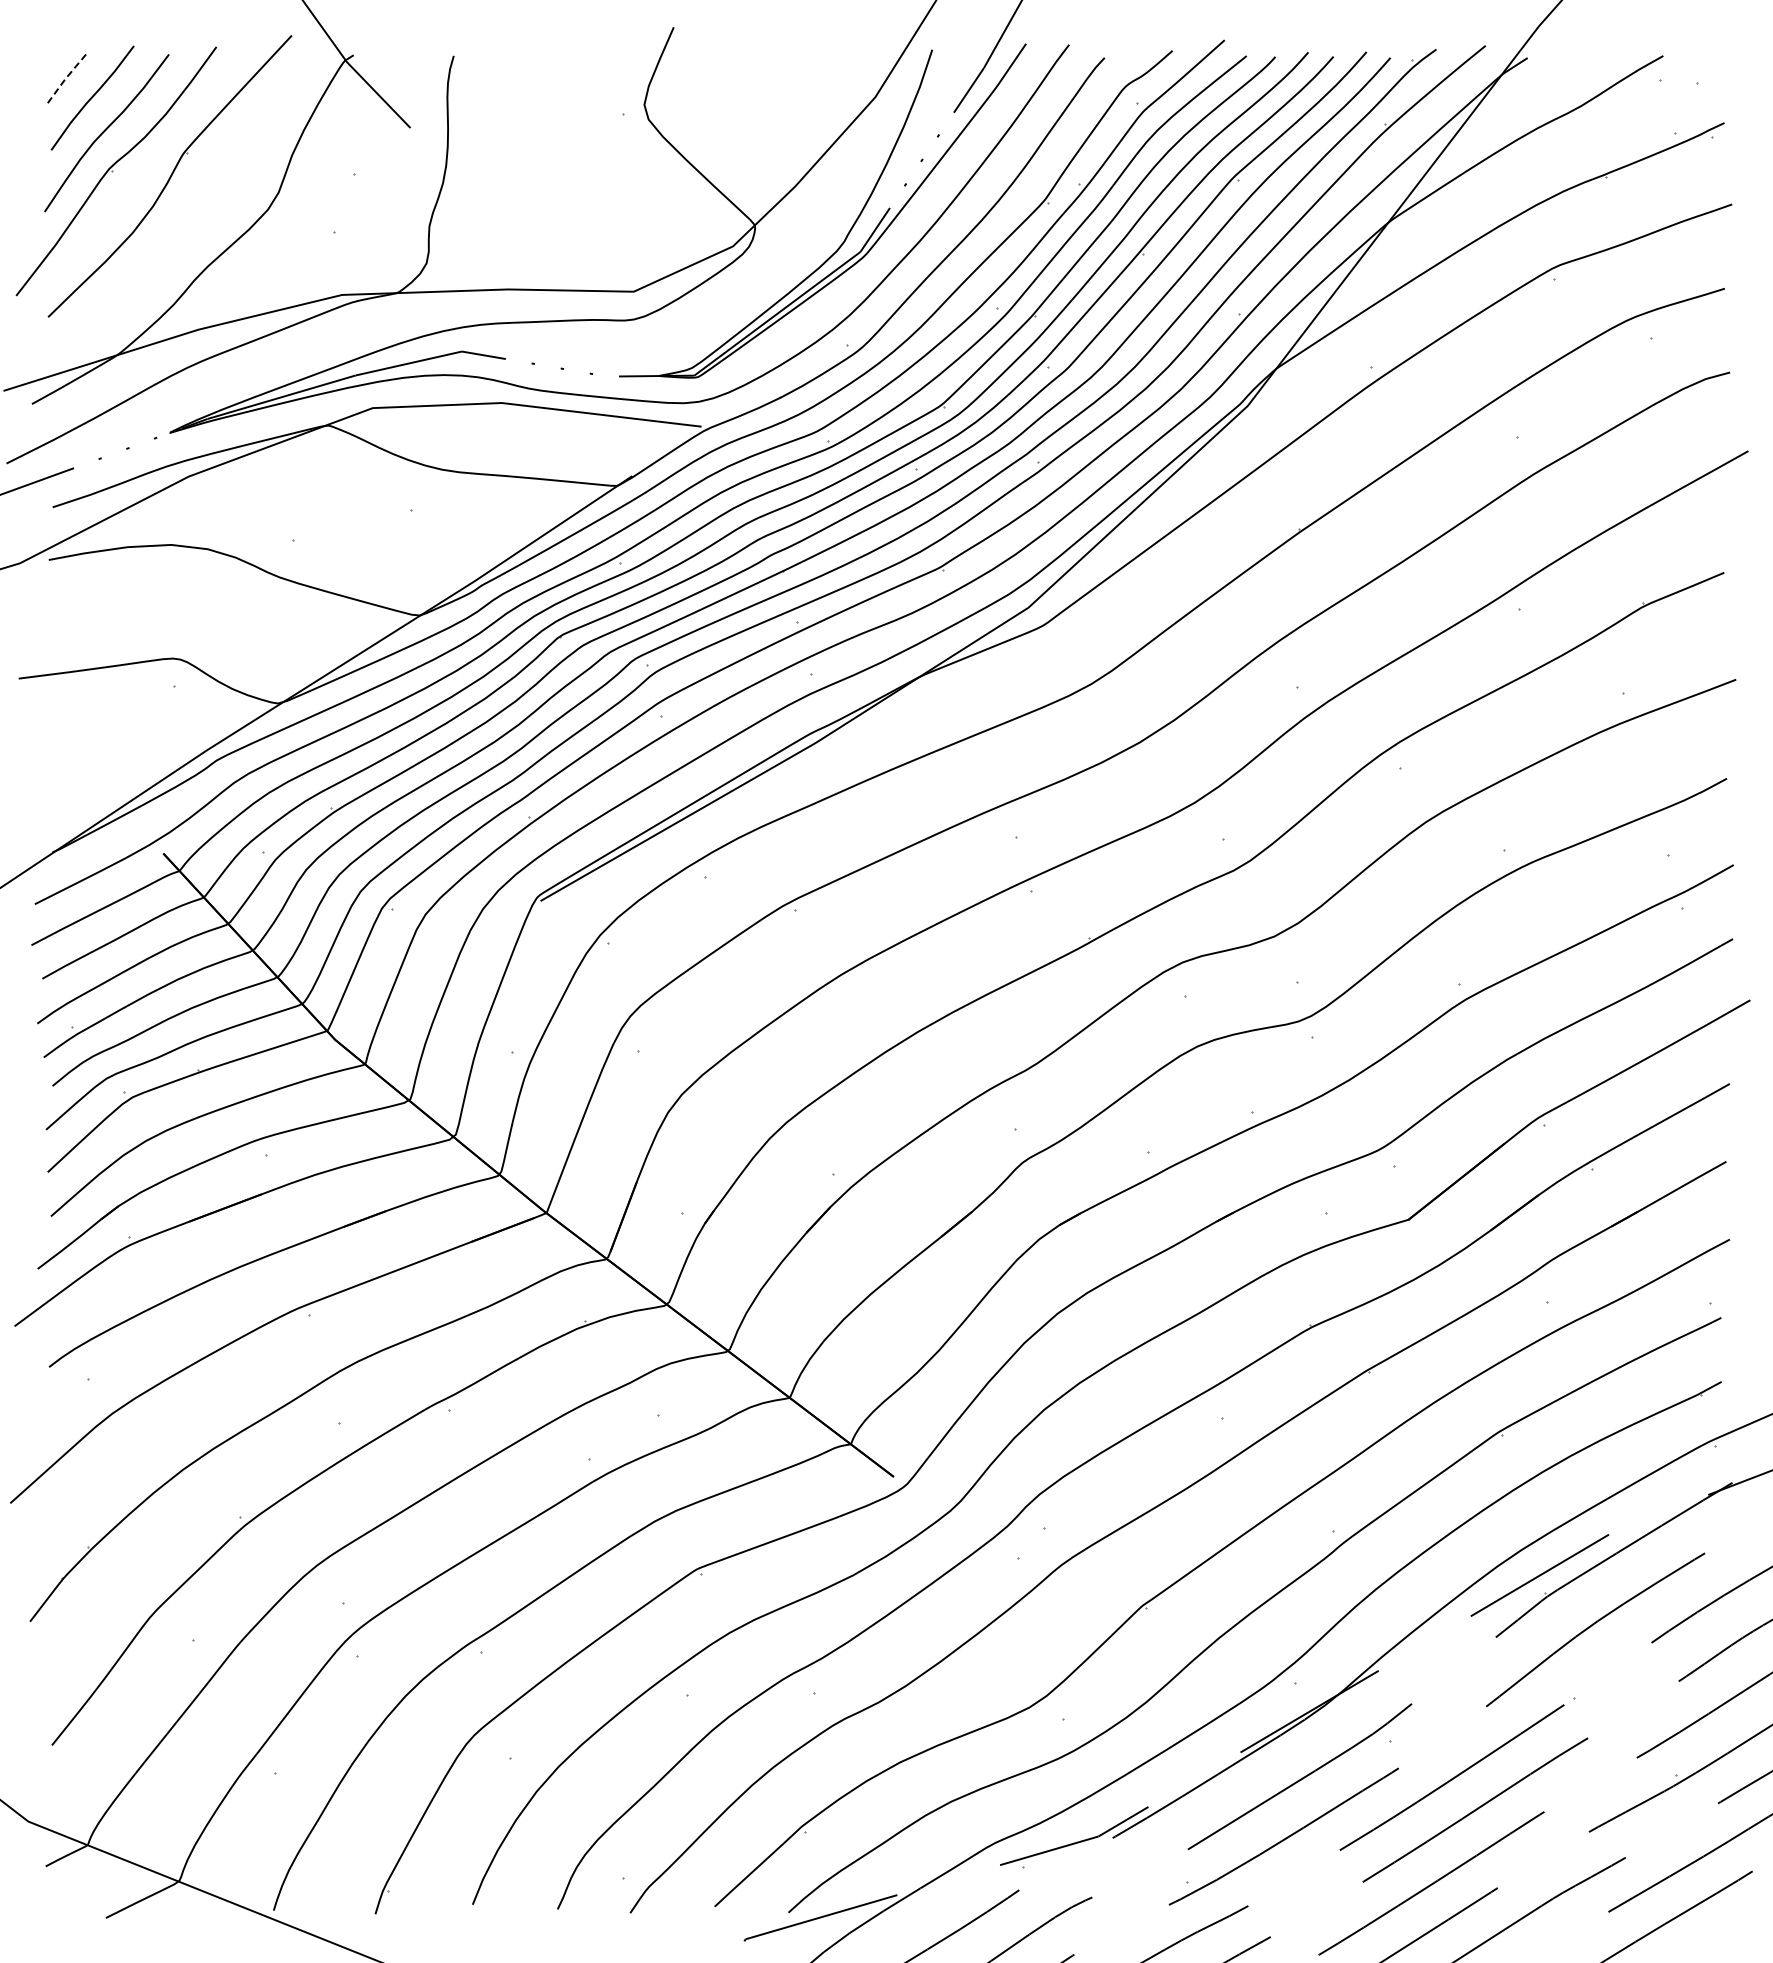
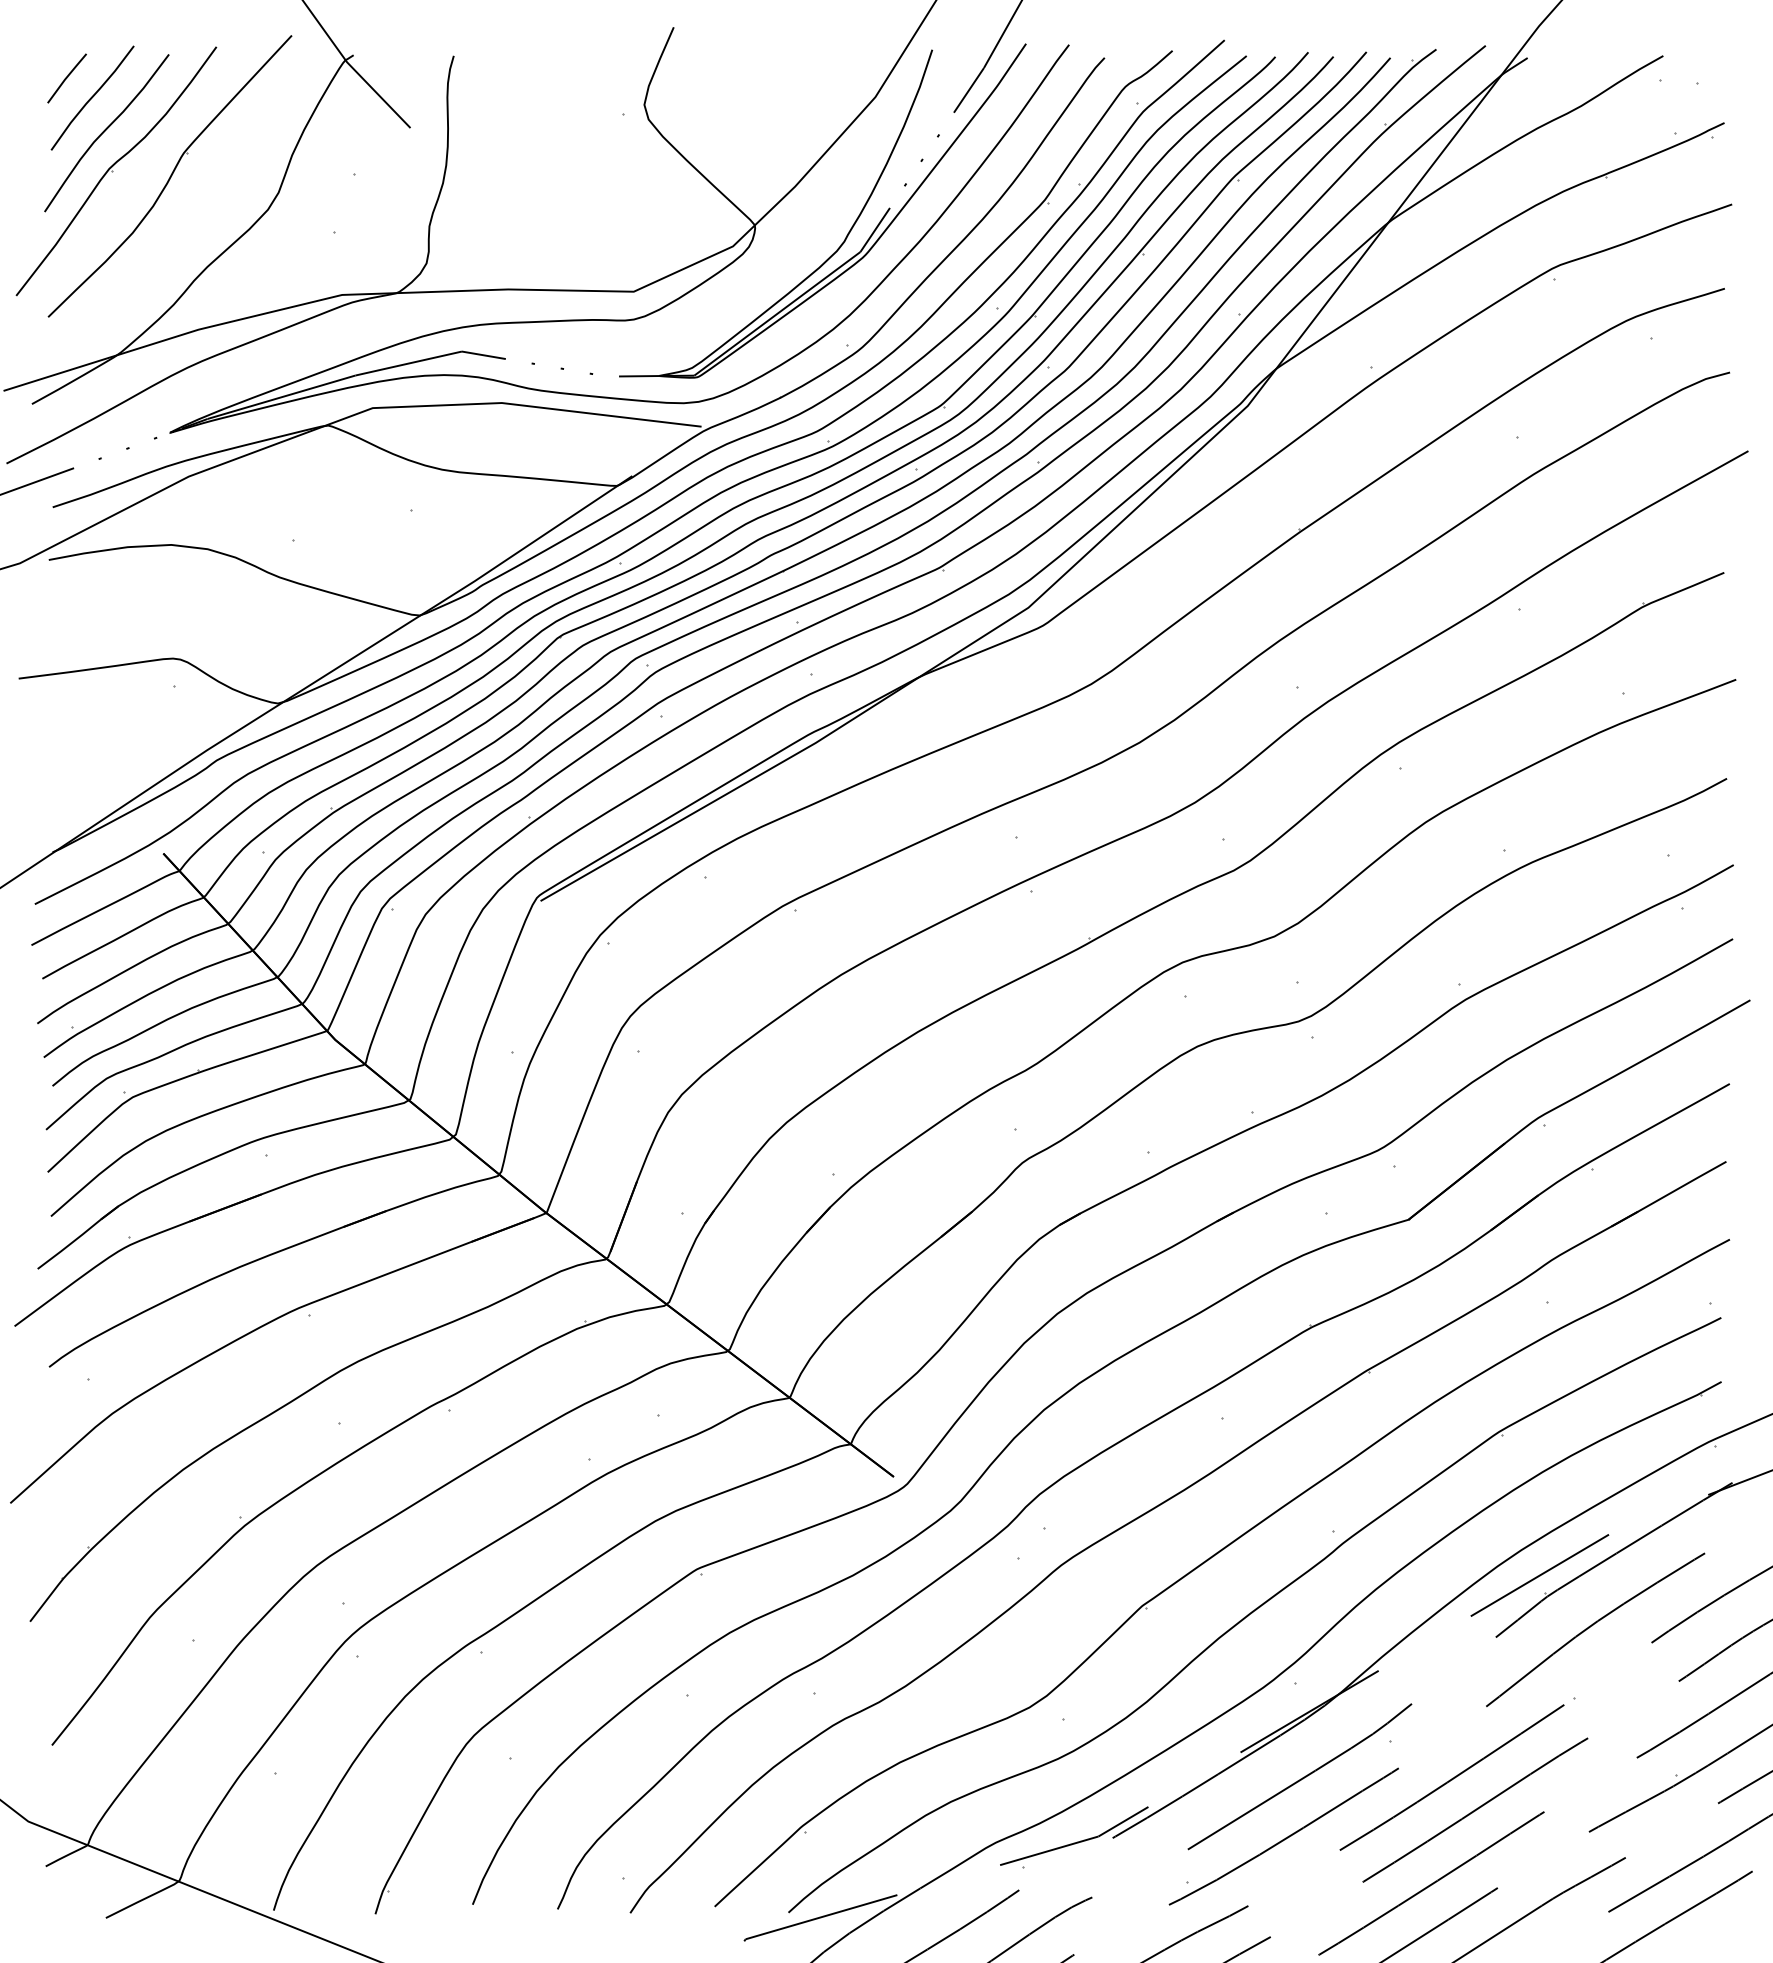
line at (66, 78): dashed -> solid
